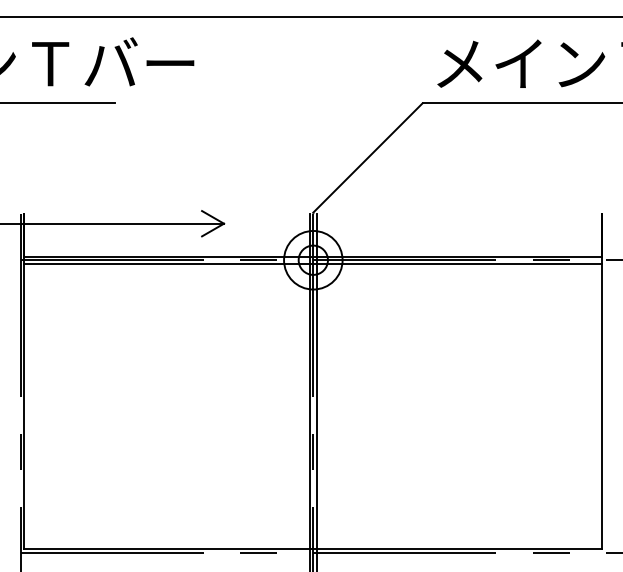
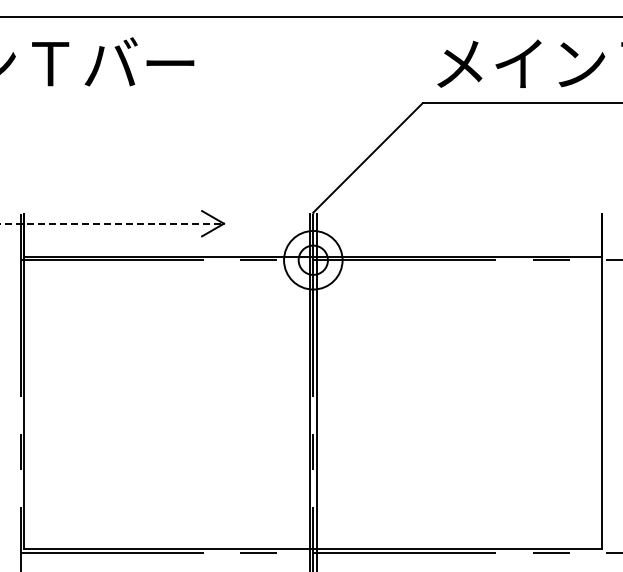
line at (58, 103): present -> none
line at (112, 223): solid -> dashed
line at (313, 263): present -> none
